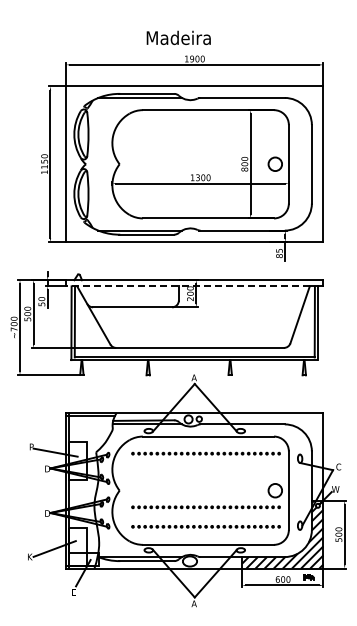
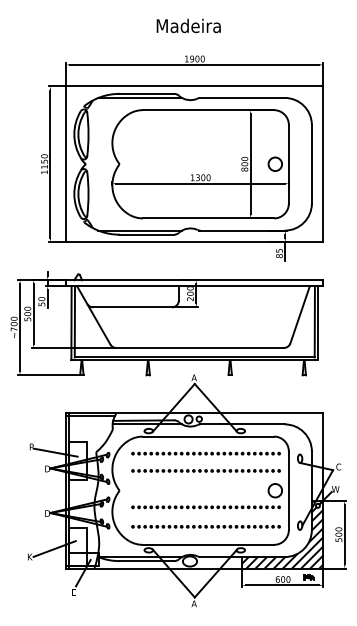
text at (178, 37) position: (178, 37) -> (188, 25)
line at (188, 286): dashed -> solid
line at (205, 470): none -> present
